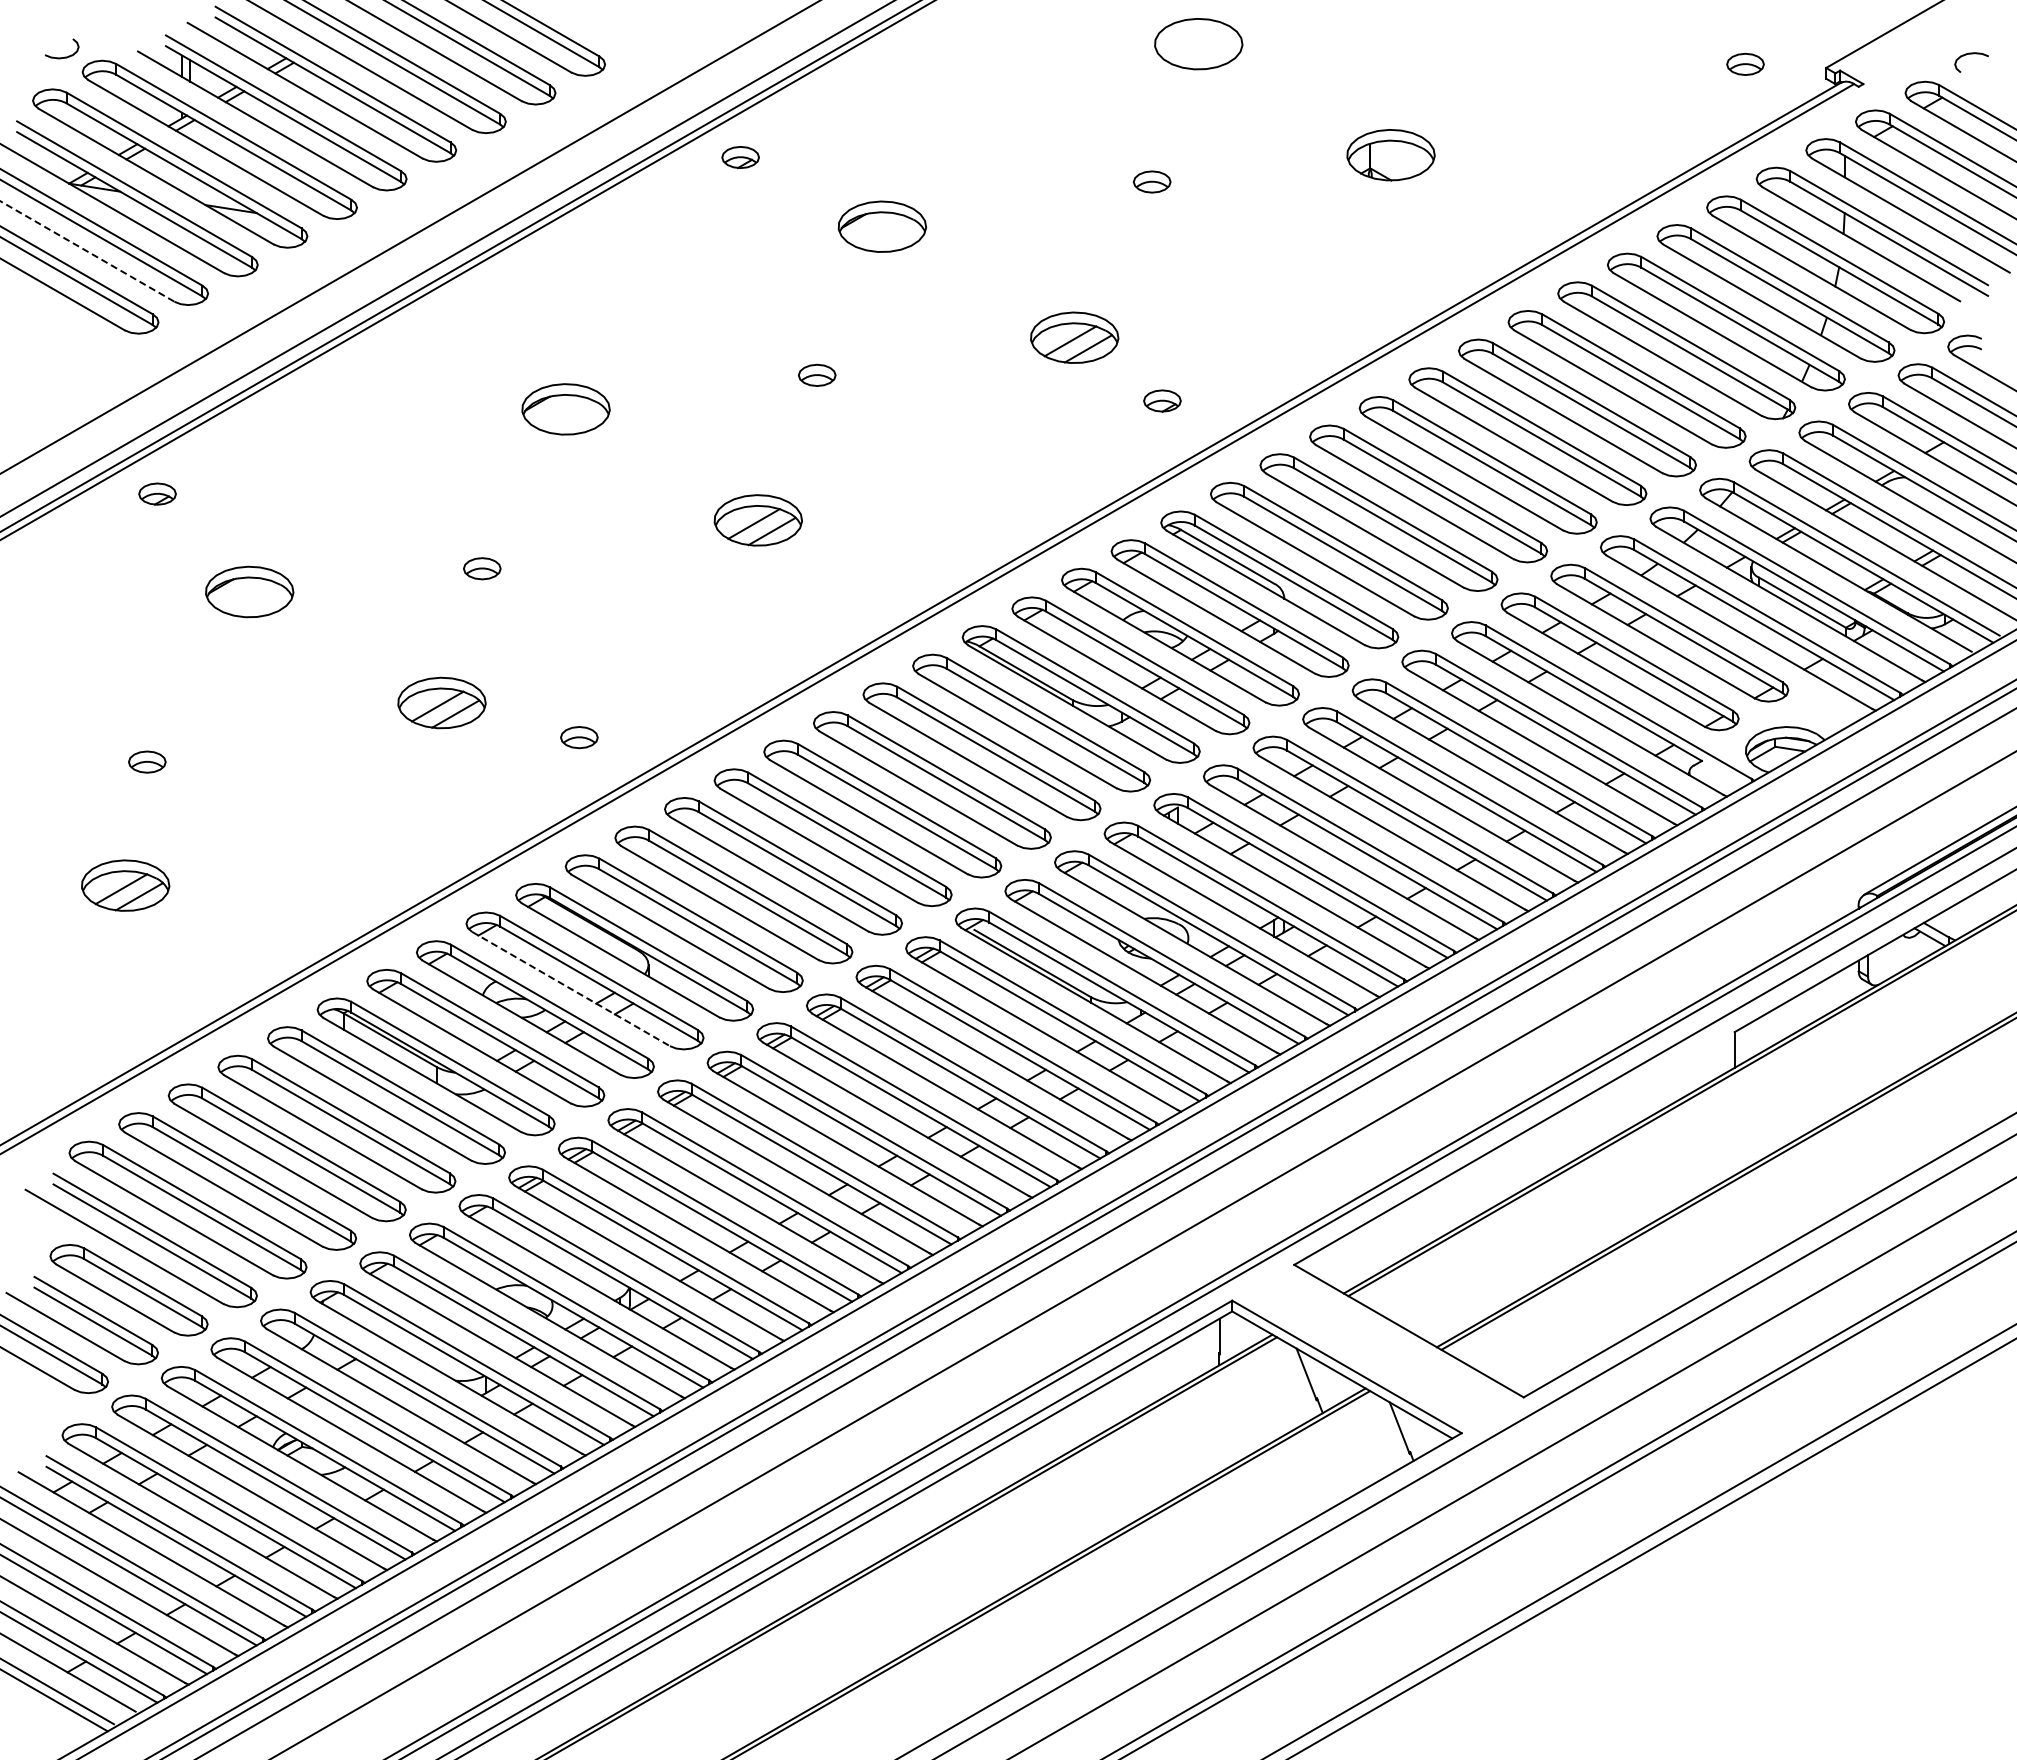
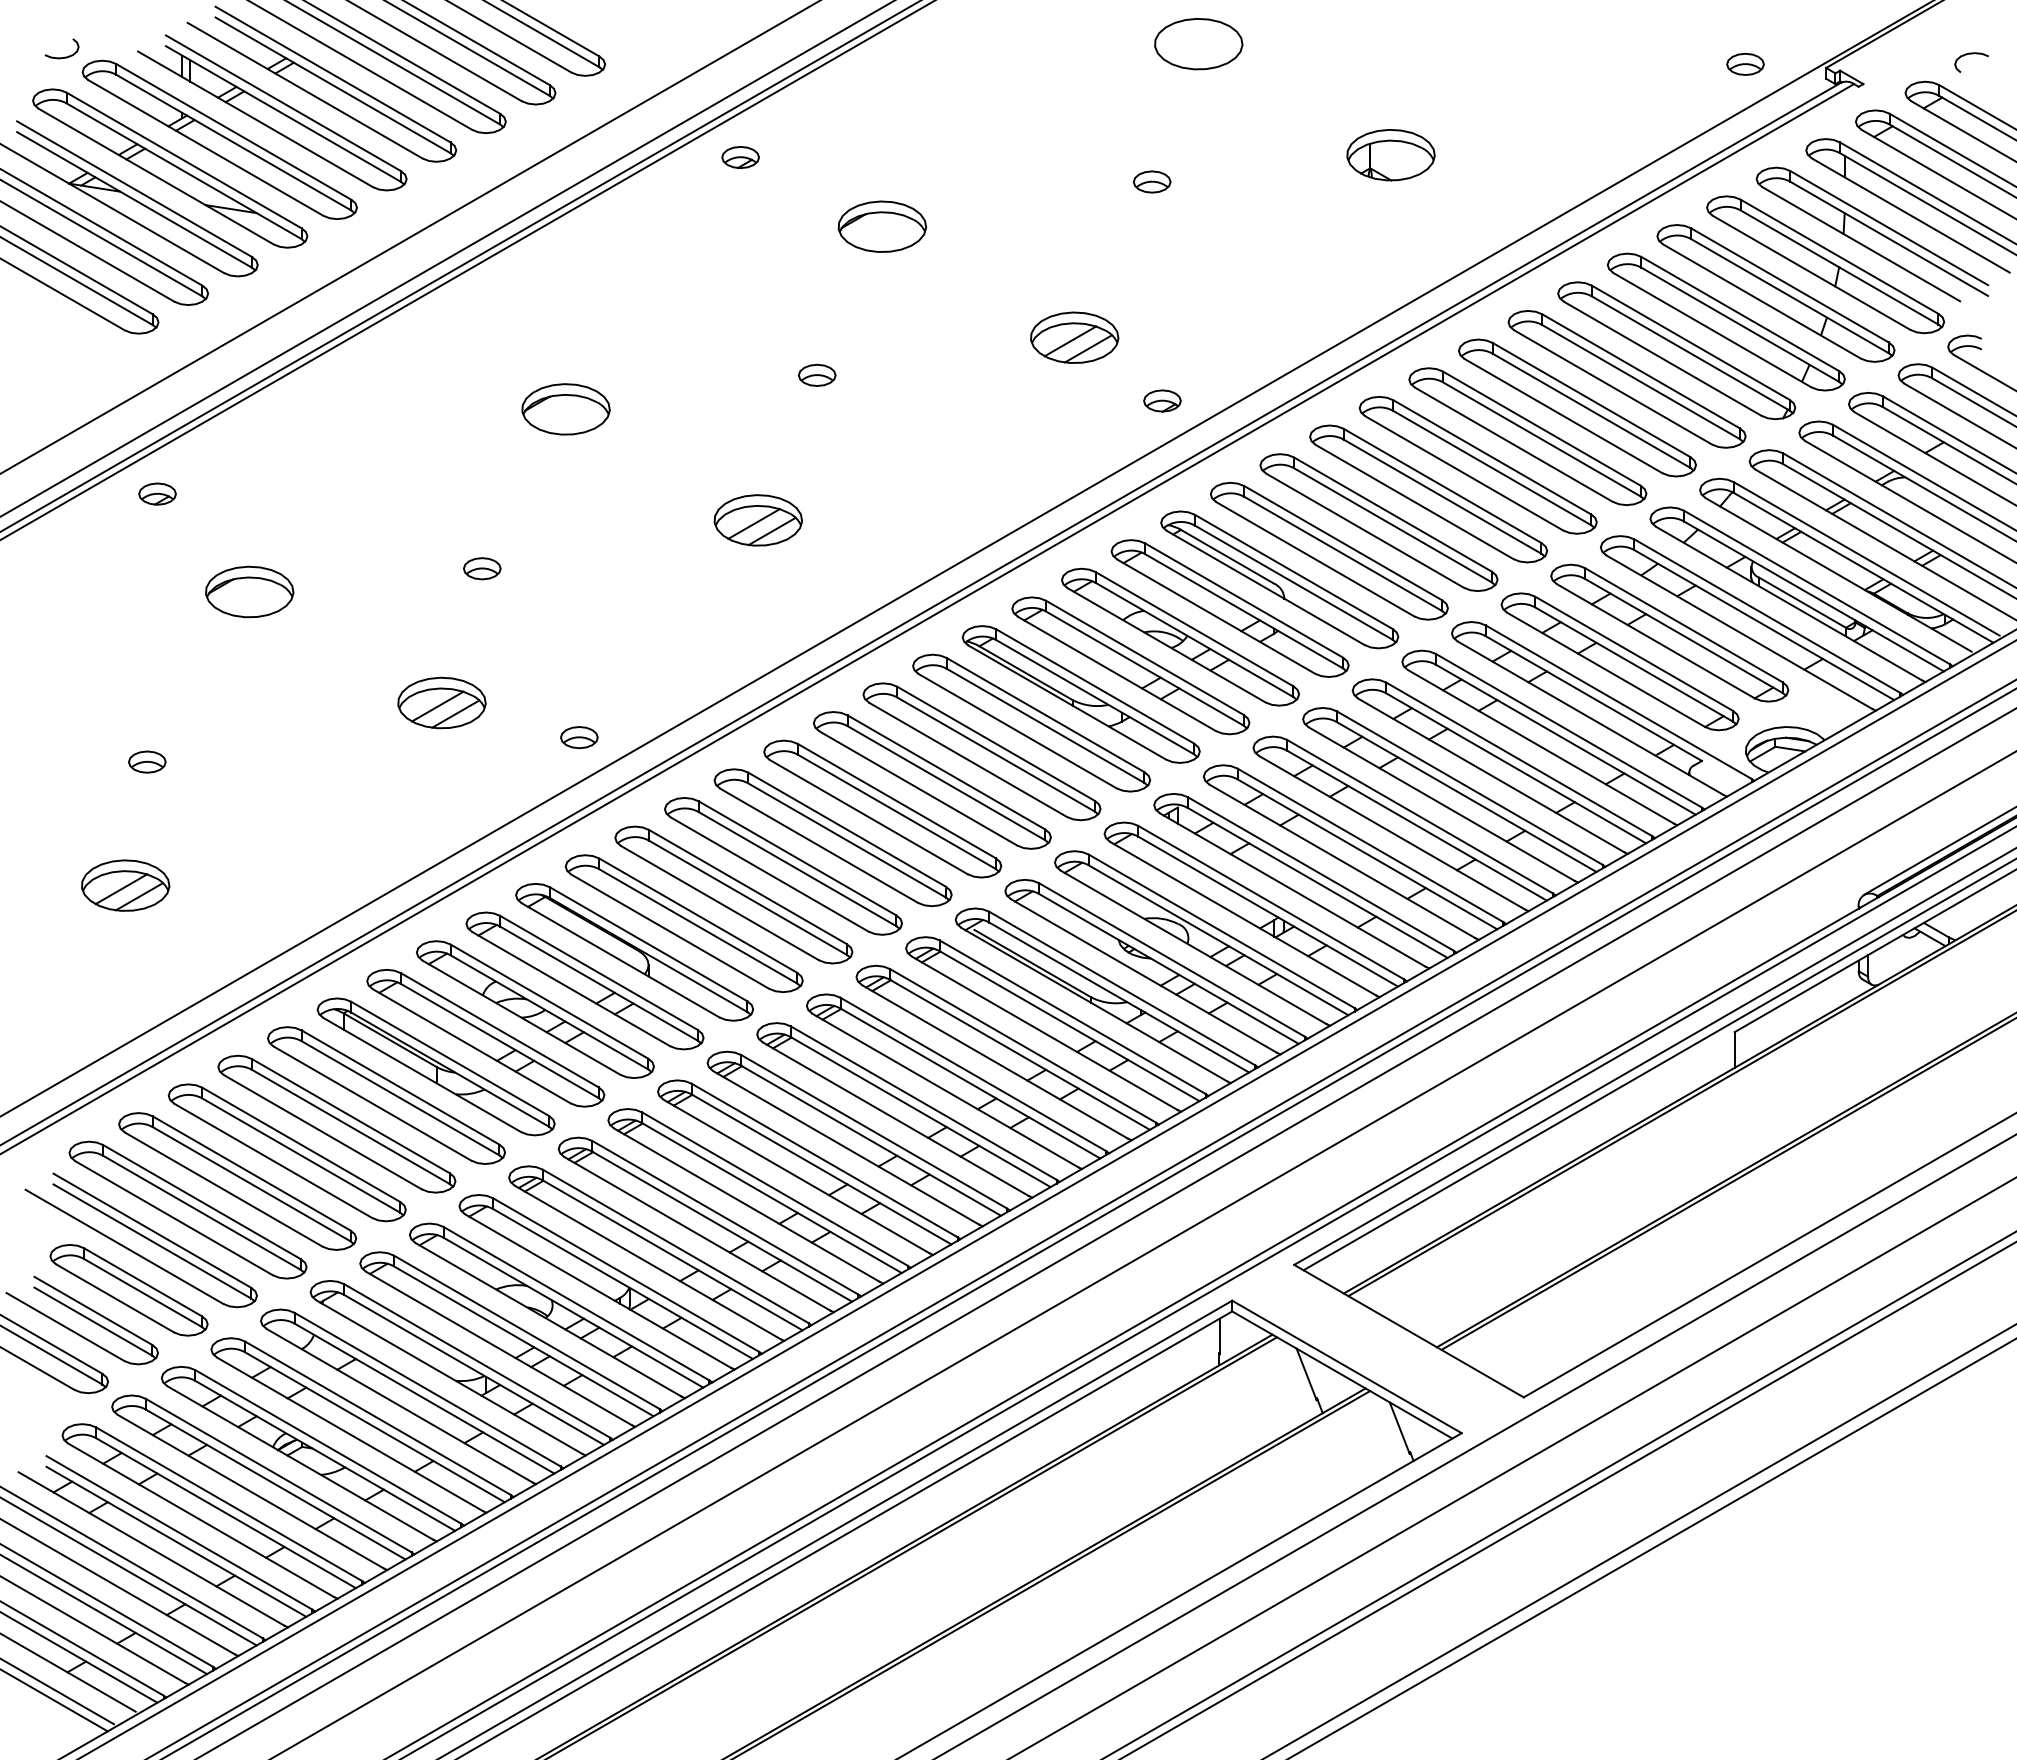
line at (87, 251): dashed -> solid
line at (966, 558): none -> present
line at (571, 989): dashed -> solid
line at (1658, 1065): none -> present
